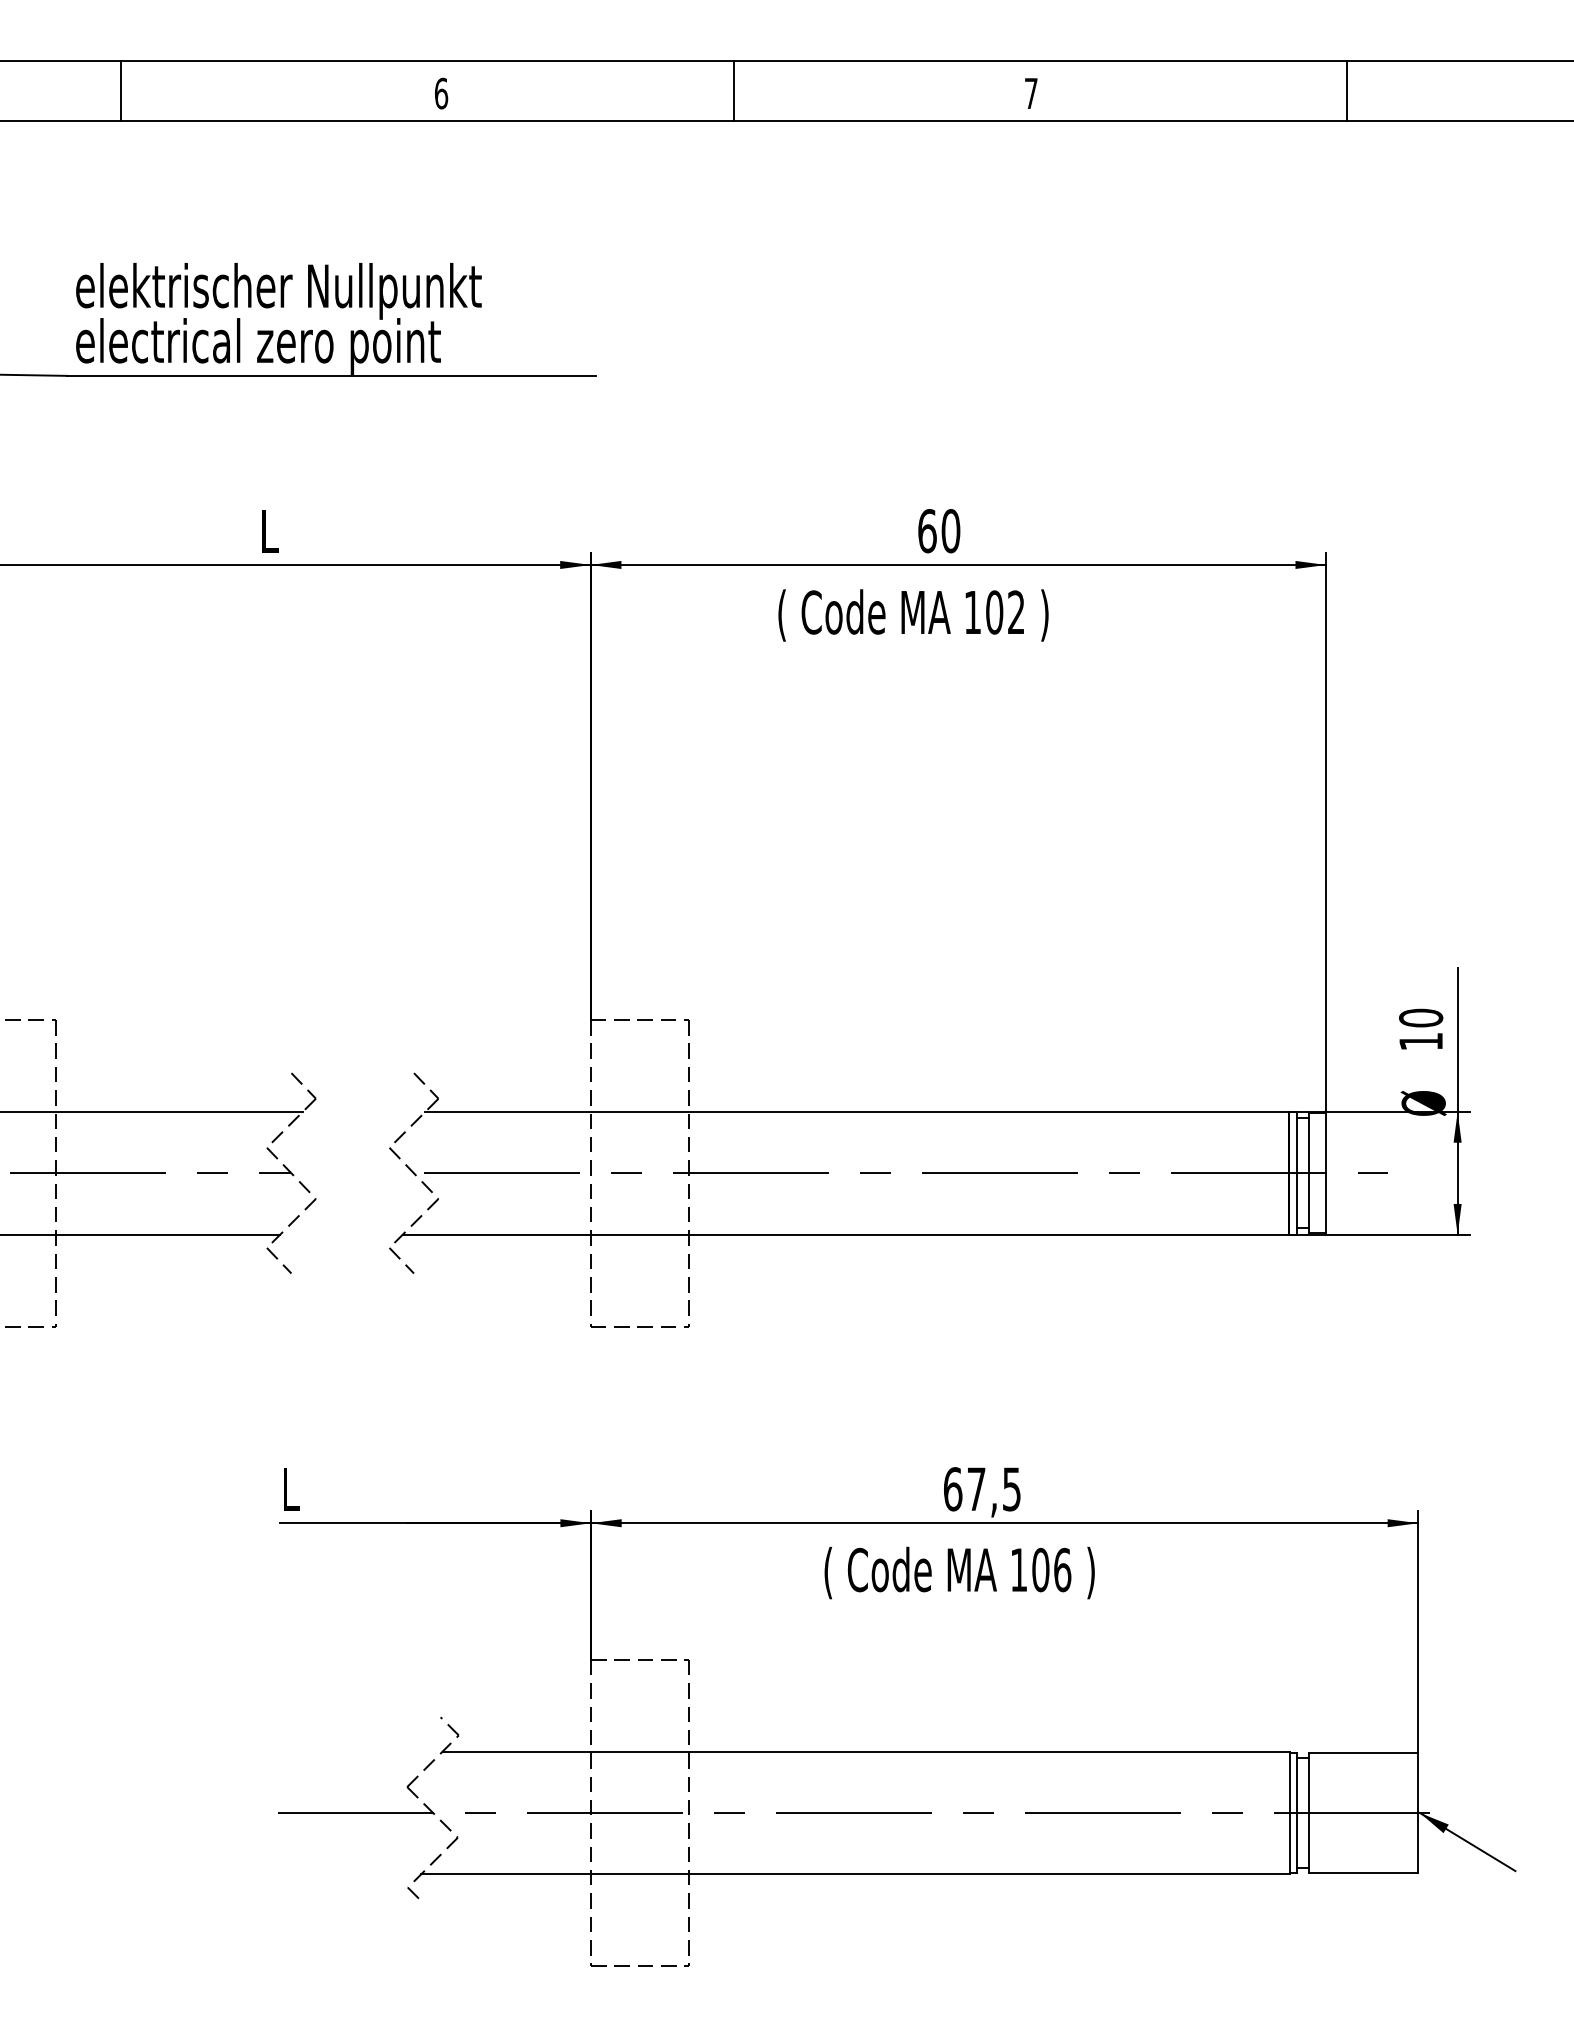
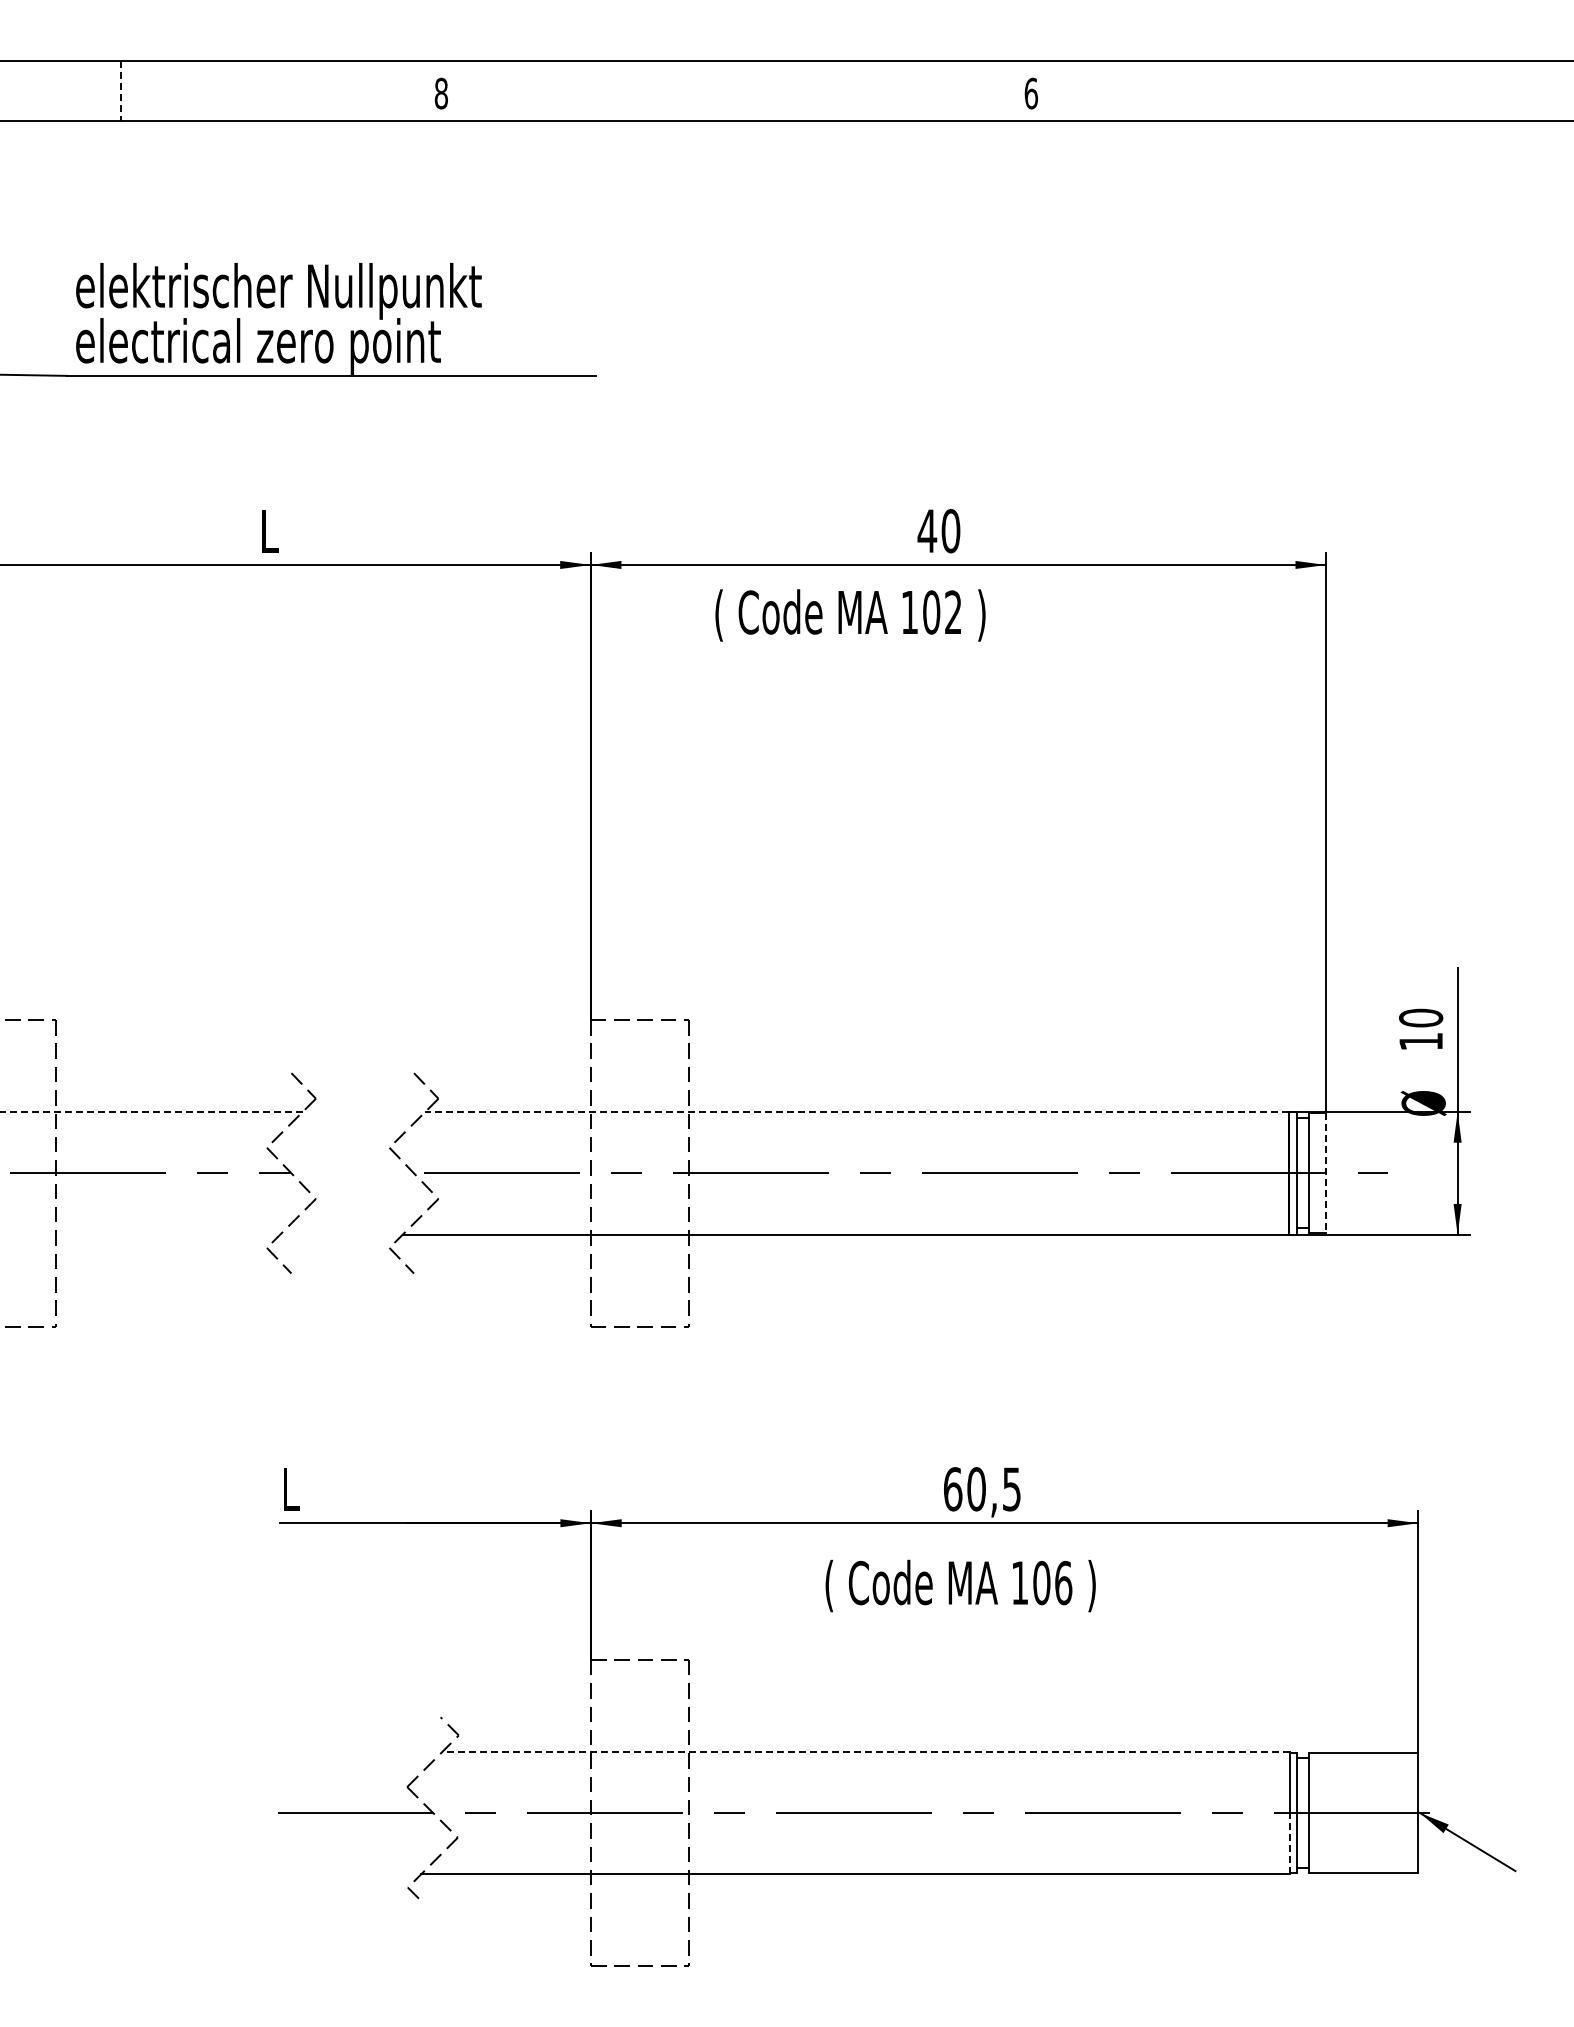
line at (734, 90): present -> none
line at (1346, 90): present -> none
line at (121, 91): solid -> dashed
text at (441, 93): 6 -> 8
text at (1031, 93): 7 -> 6
text at (927, 531): 60 -> 40
text at (913, 615) position: (913, 615) -> (850, 615)
line at (151, 1112): solid -> dashed
line at (856, 1112): solid -> dashed
line at (1326, 1173): solid -> dashed
line at (141, 1234): present -> none
text at (976, 1489): 67,5 -> 60,5
text at (959, 1572) position: (959, 1572) -> (960, 1585)
line at (866, 1751): solid -> dashed
line at (1289, 1843): solid -> dashed
